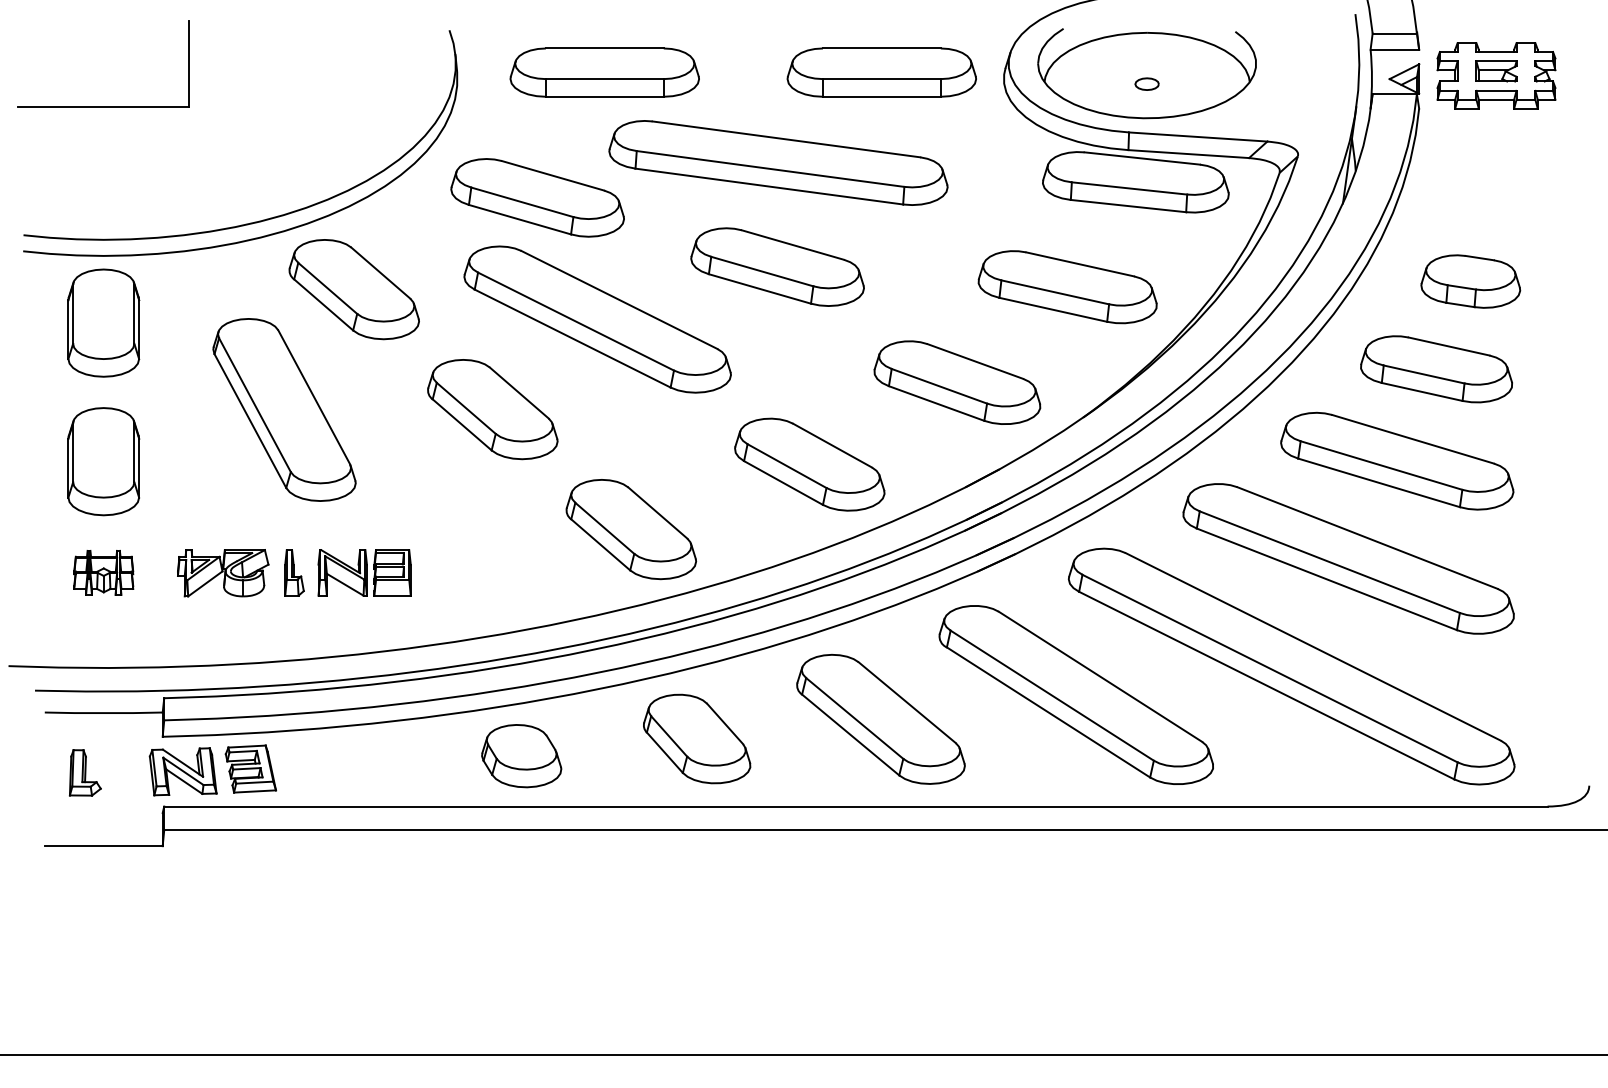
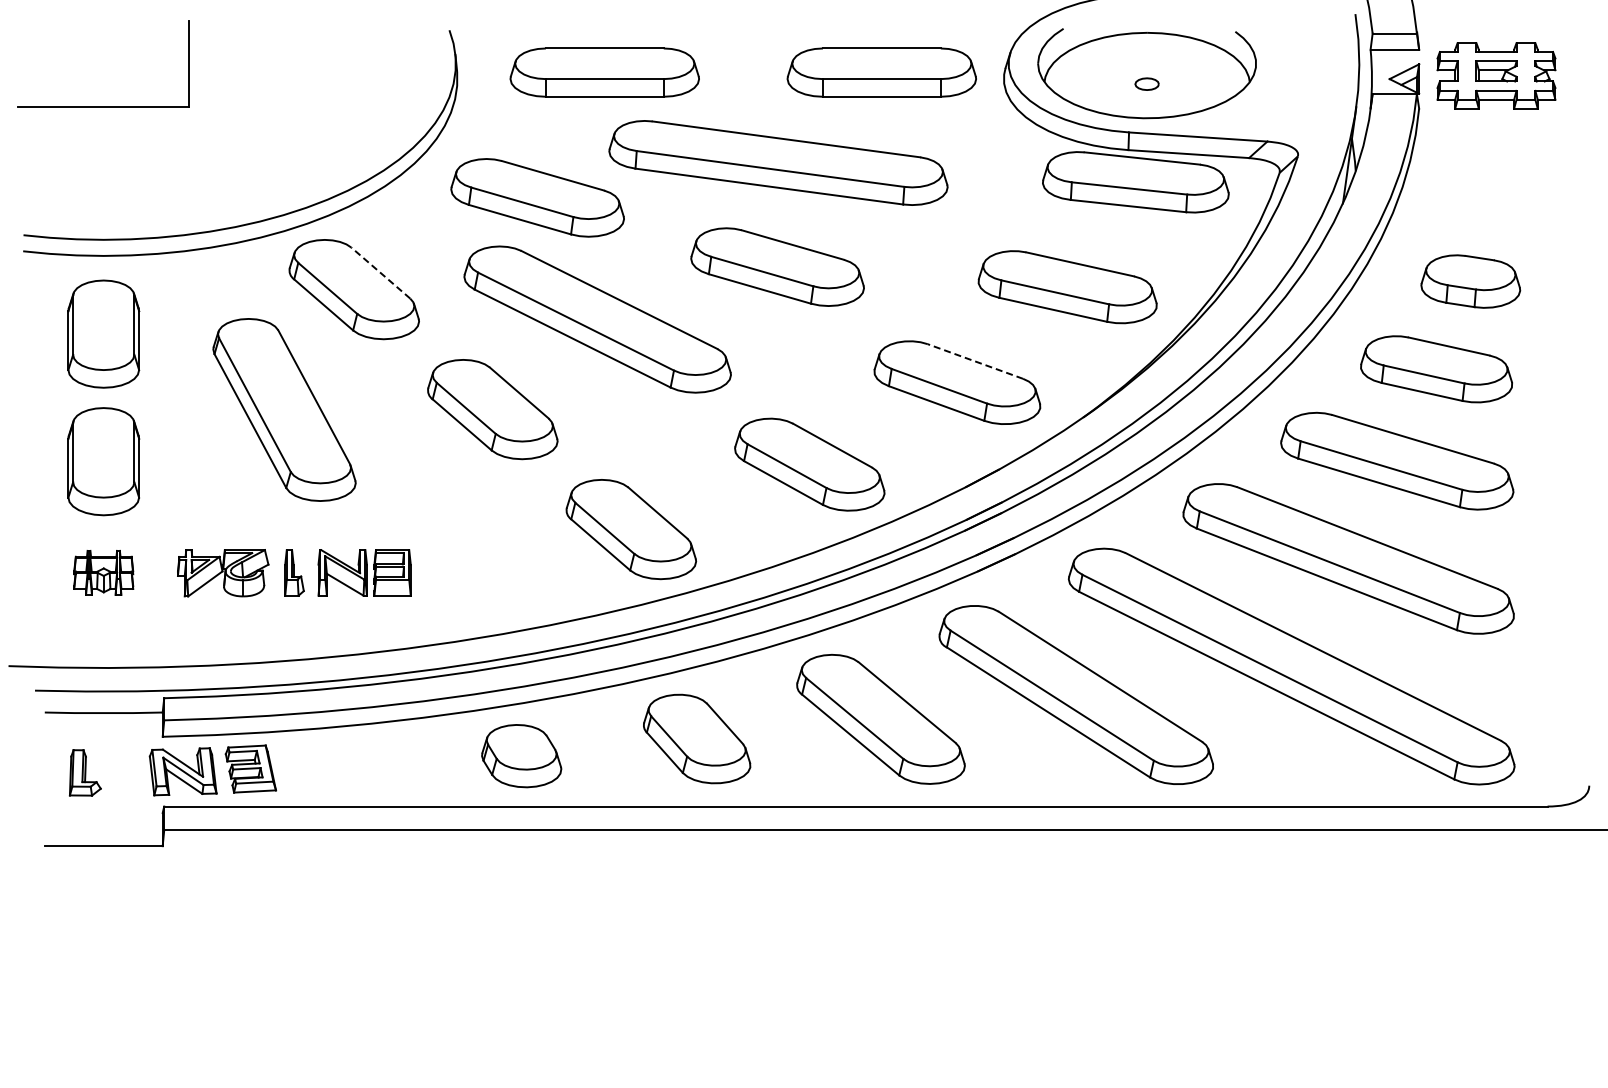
line at (380, 273): solid -> dashed
part at (103, 322) position: (103, 322) -> (103, 333)
line at (975, 361): solid -> dashed
line at (803, 1055): present -> none
